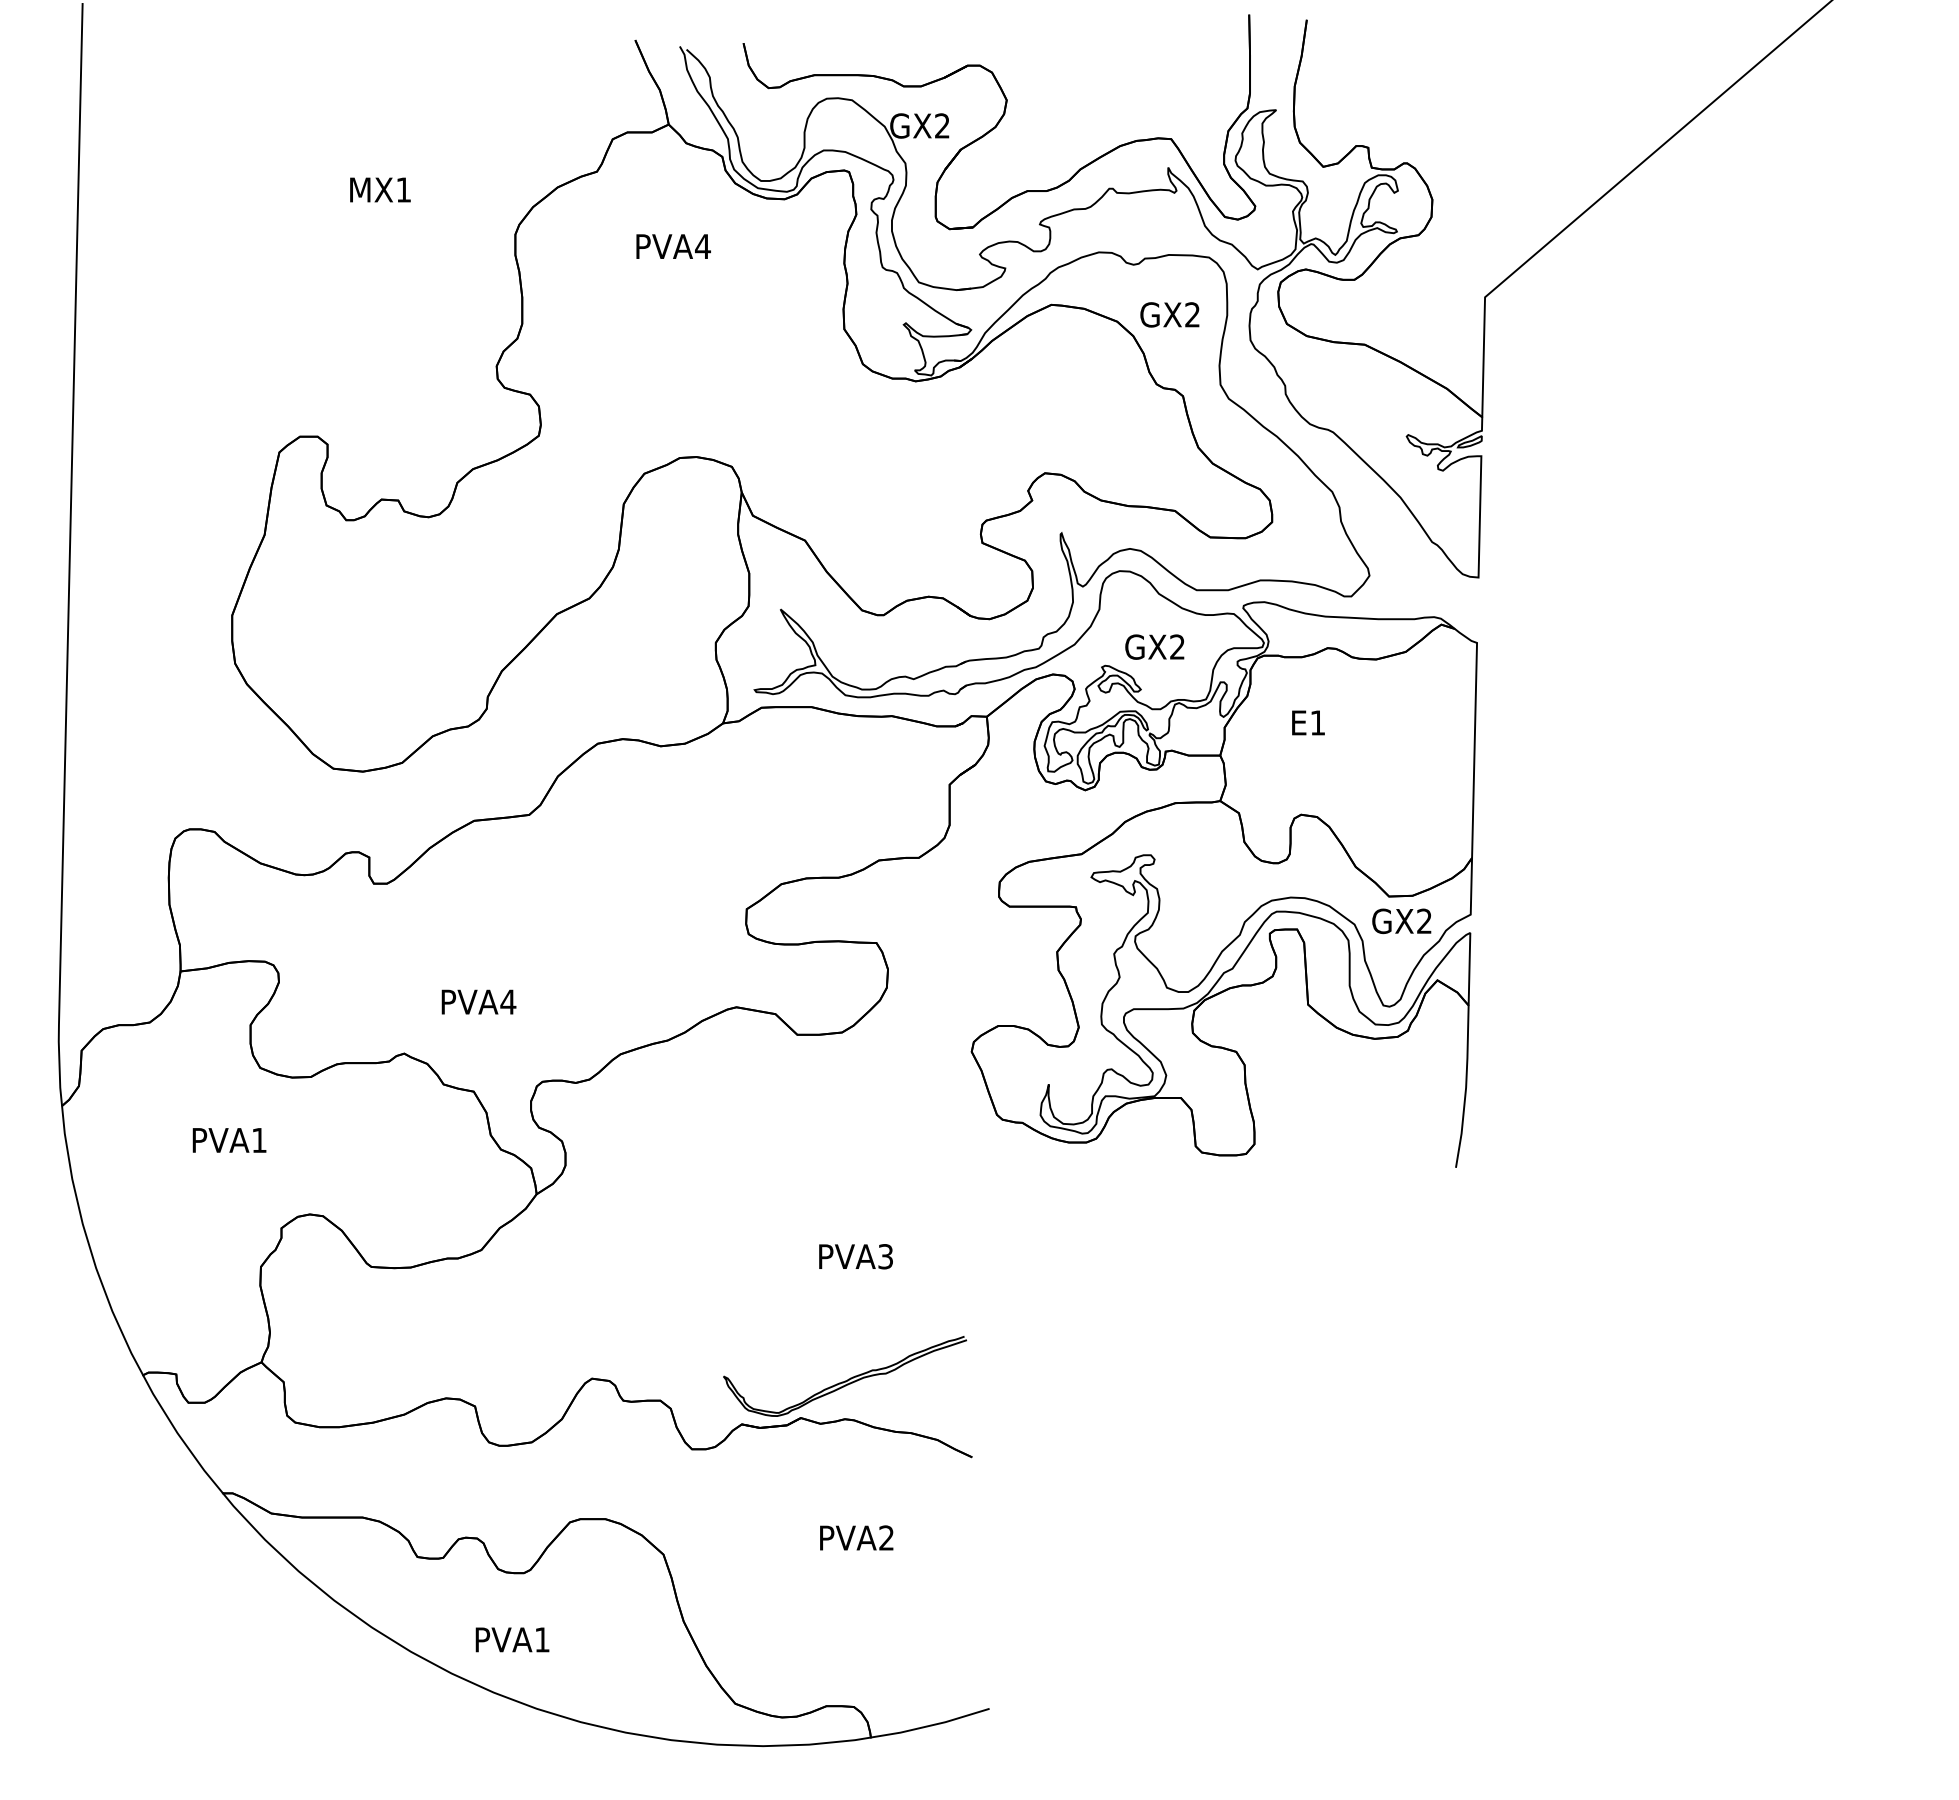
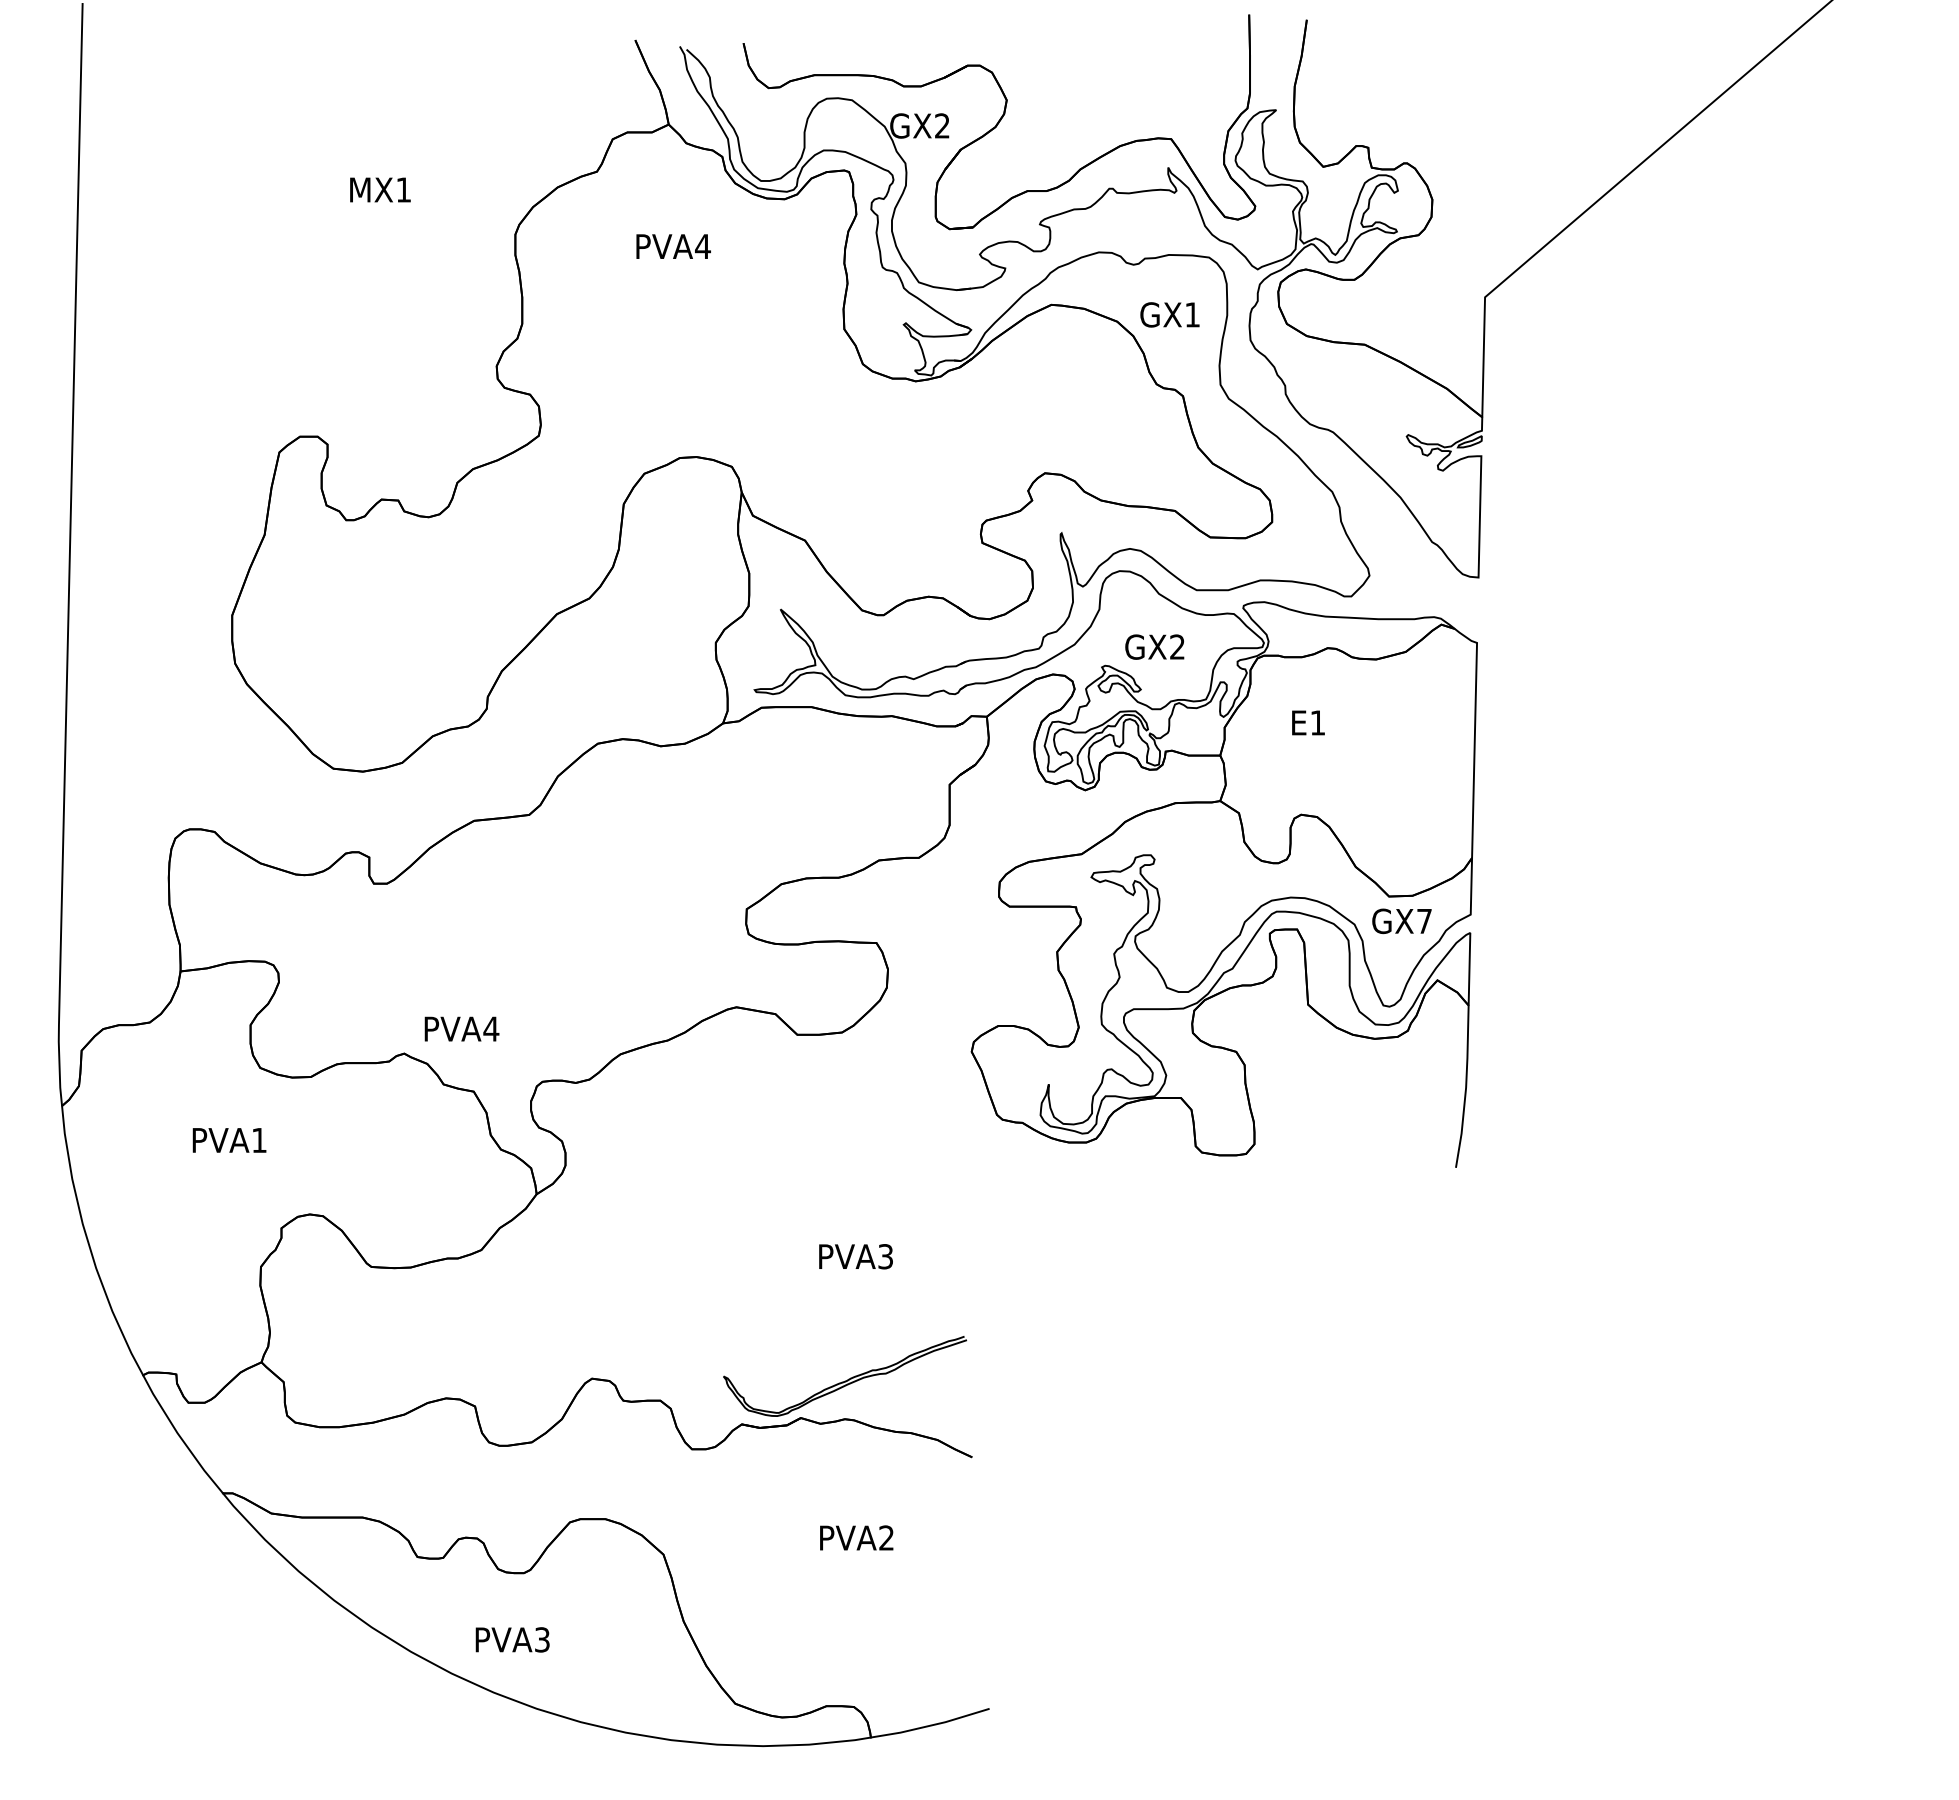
text at (1192, 314): GX2 -> GX1
text at (1424, 920): GX2 -> GX7
text at (478, 1001) position: (478, 1001) -> (461, 1028)
text at (542, 1639): PVA1 -> PVA3
